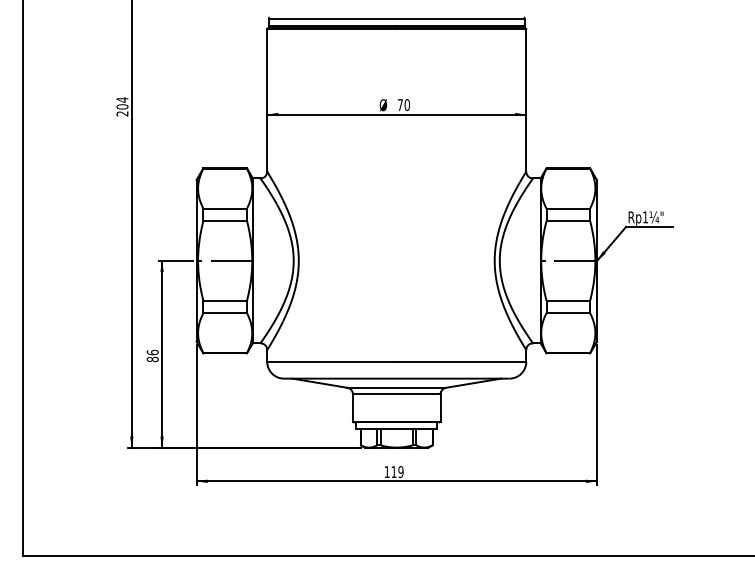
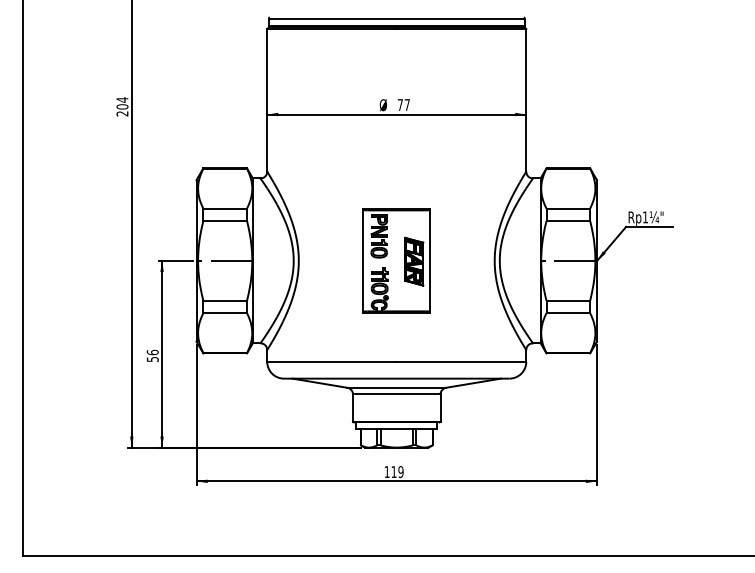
text at (406, 105): 70 -> 77
part at (396, 260): none -> present
text at (152, 359): 86 -> 56
